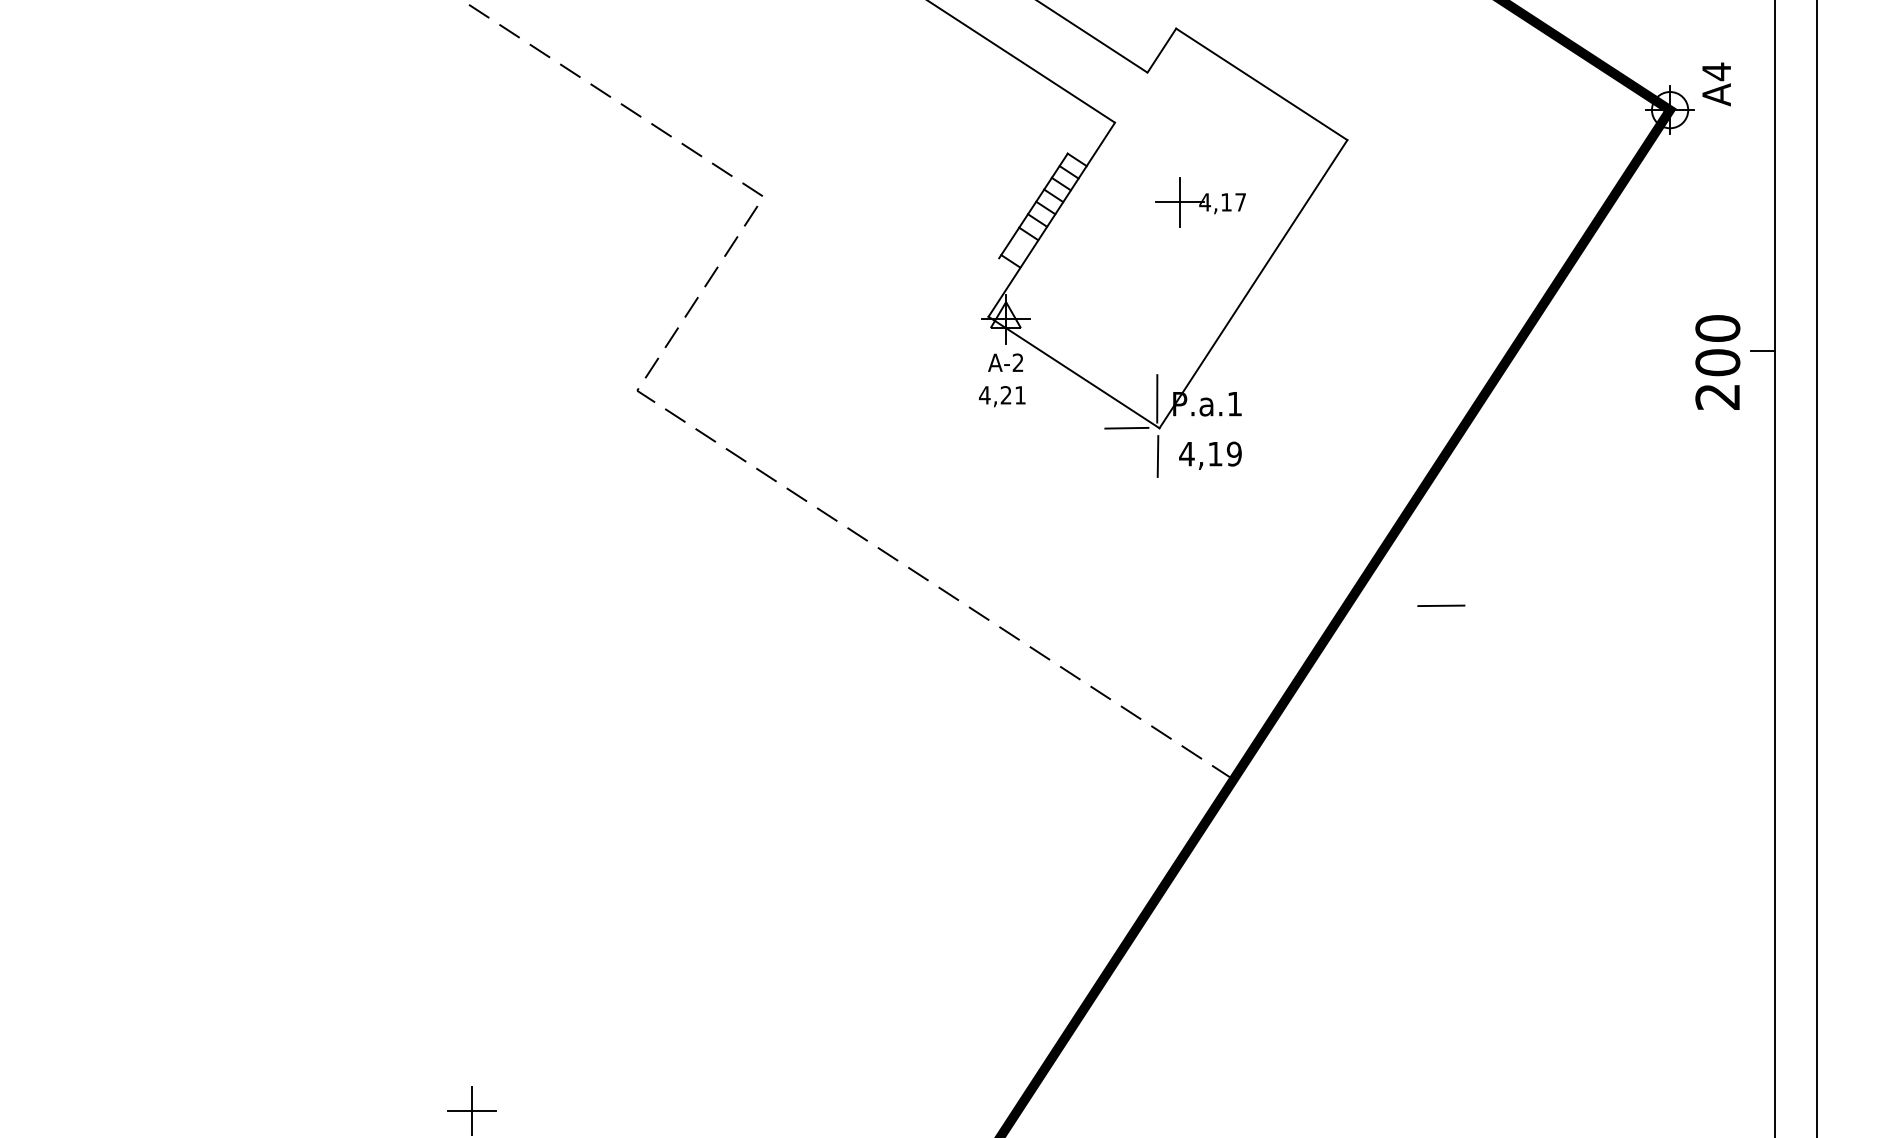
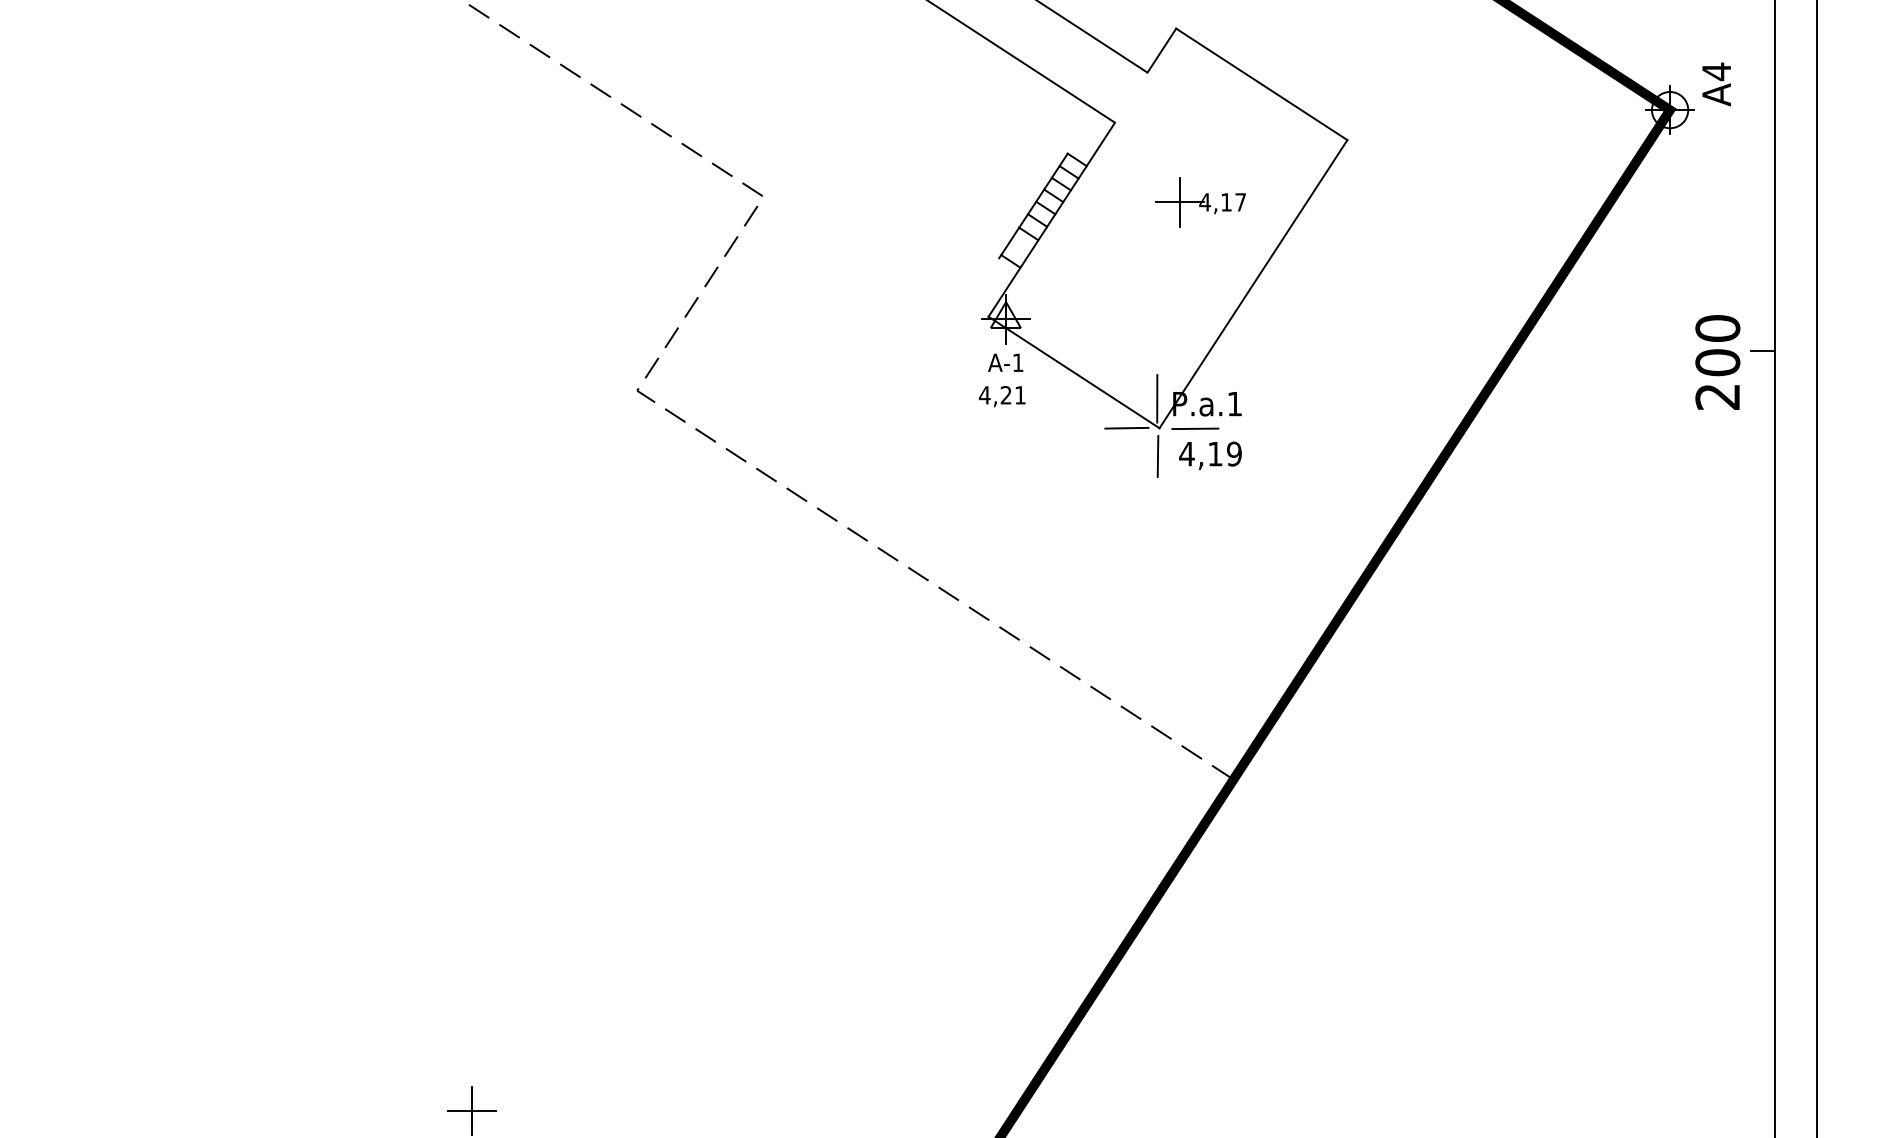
text at (1017, 362): A-2 -> A-1
line at (1441, 605) position: (1441, 605) -> (1195, 428)
